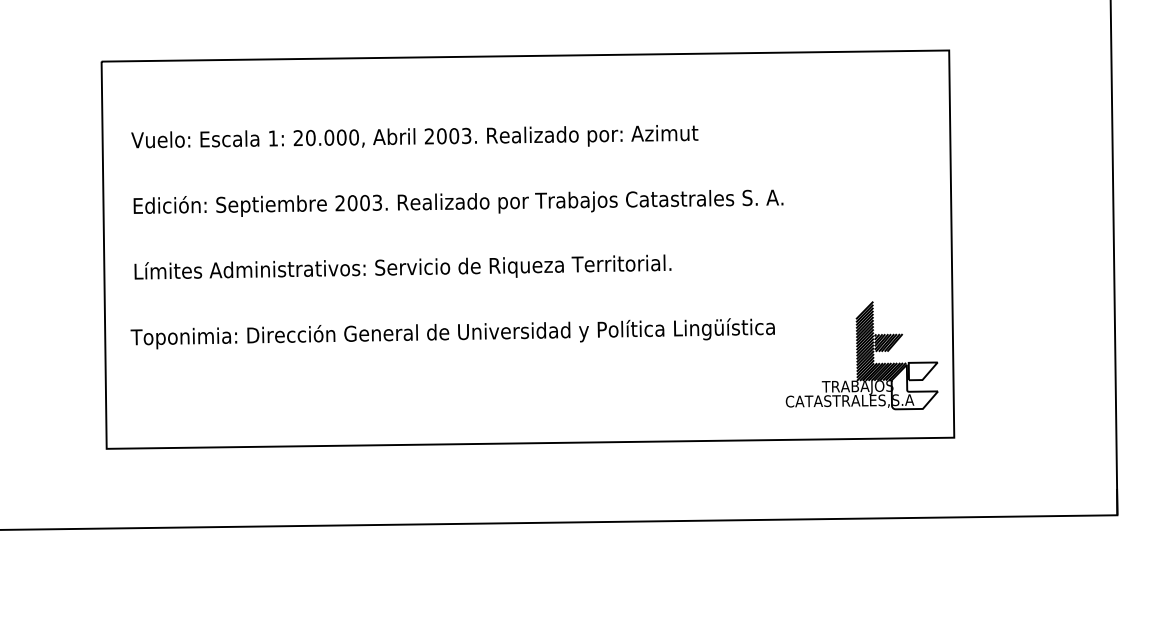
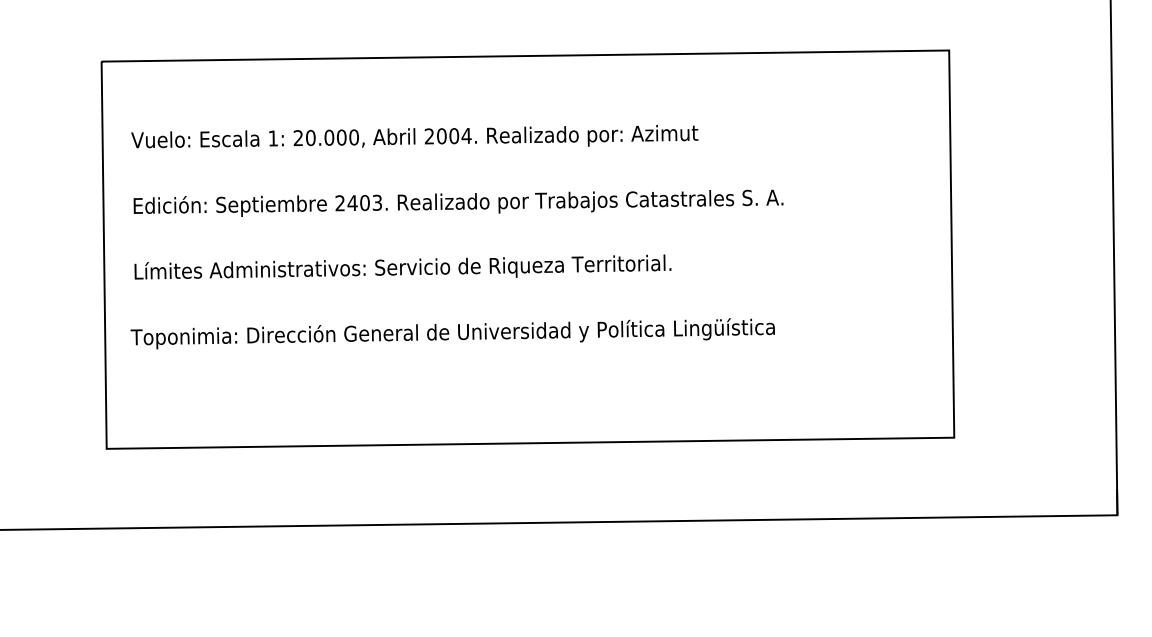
text at (466, 135): 2003. -> 2004.
text at (352, 203): 2003. -> 2403.
part at (861, 355): present -> none
